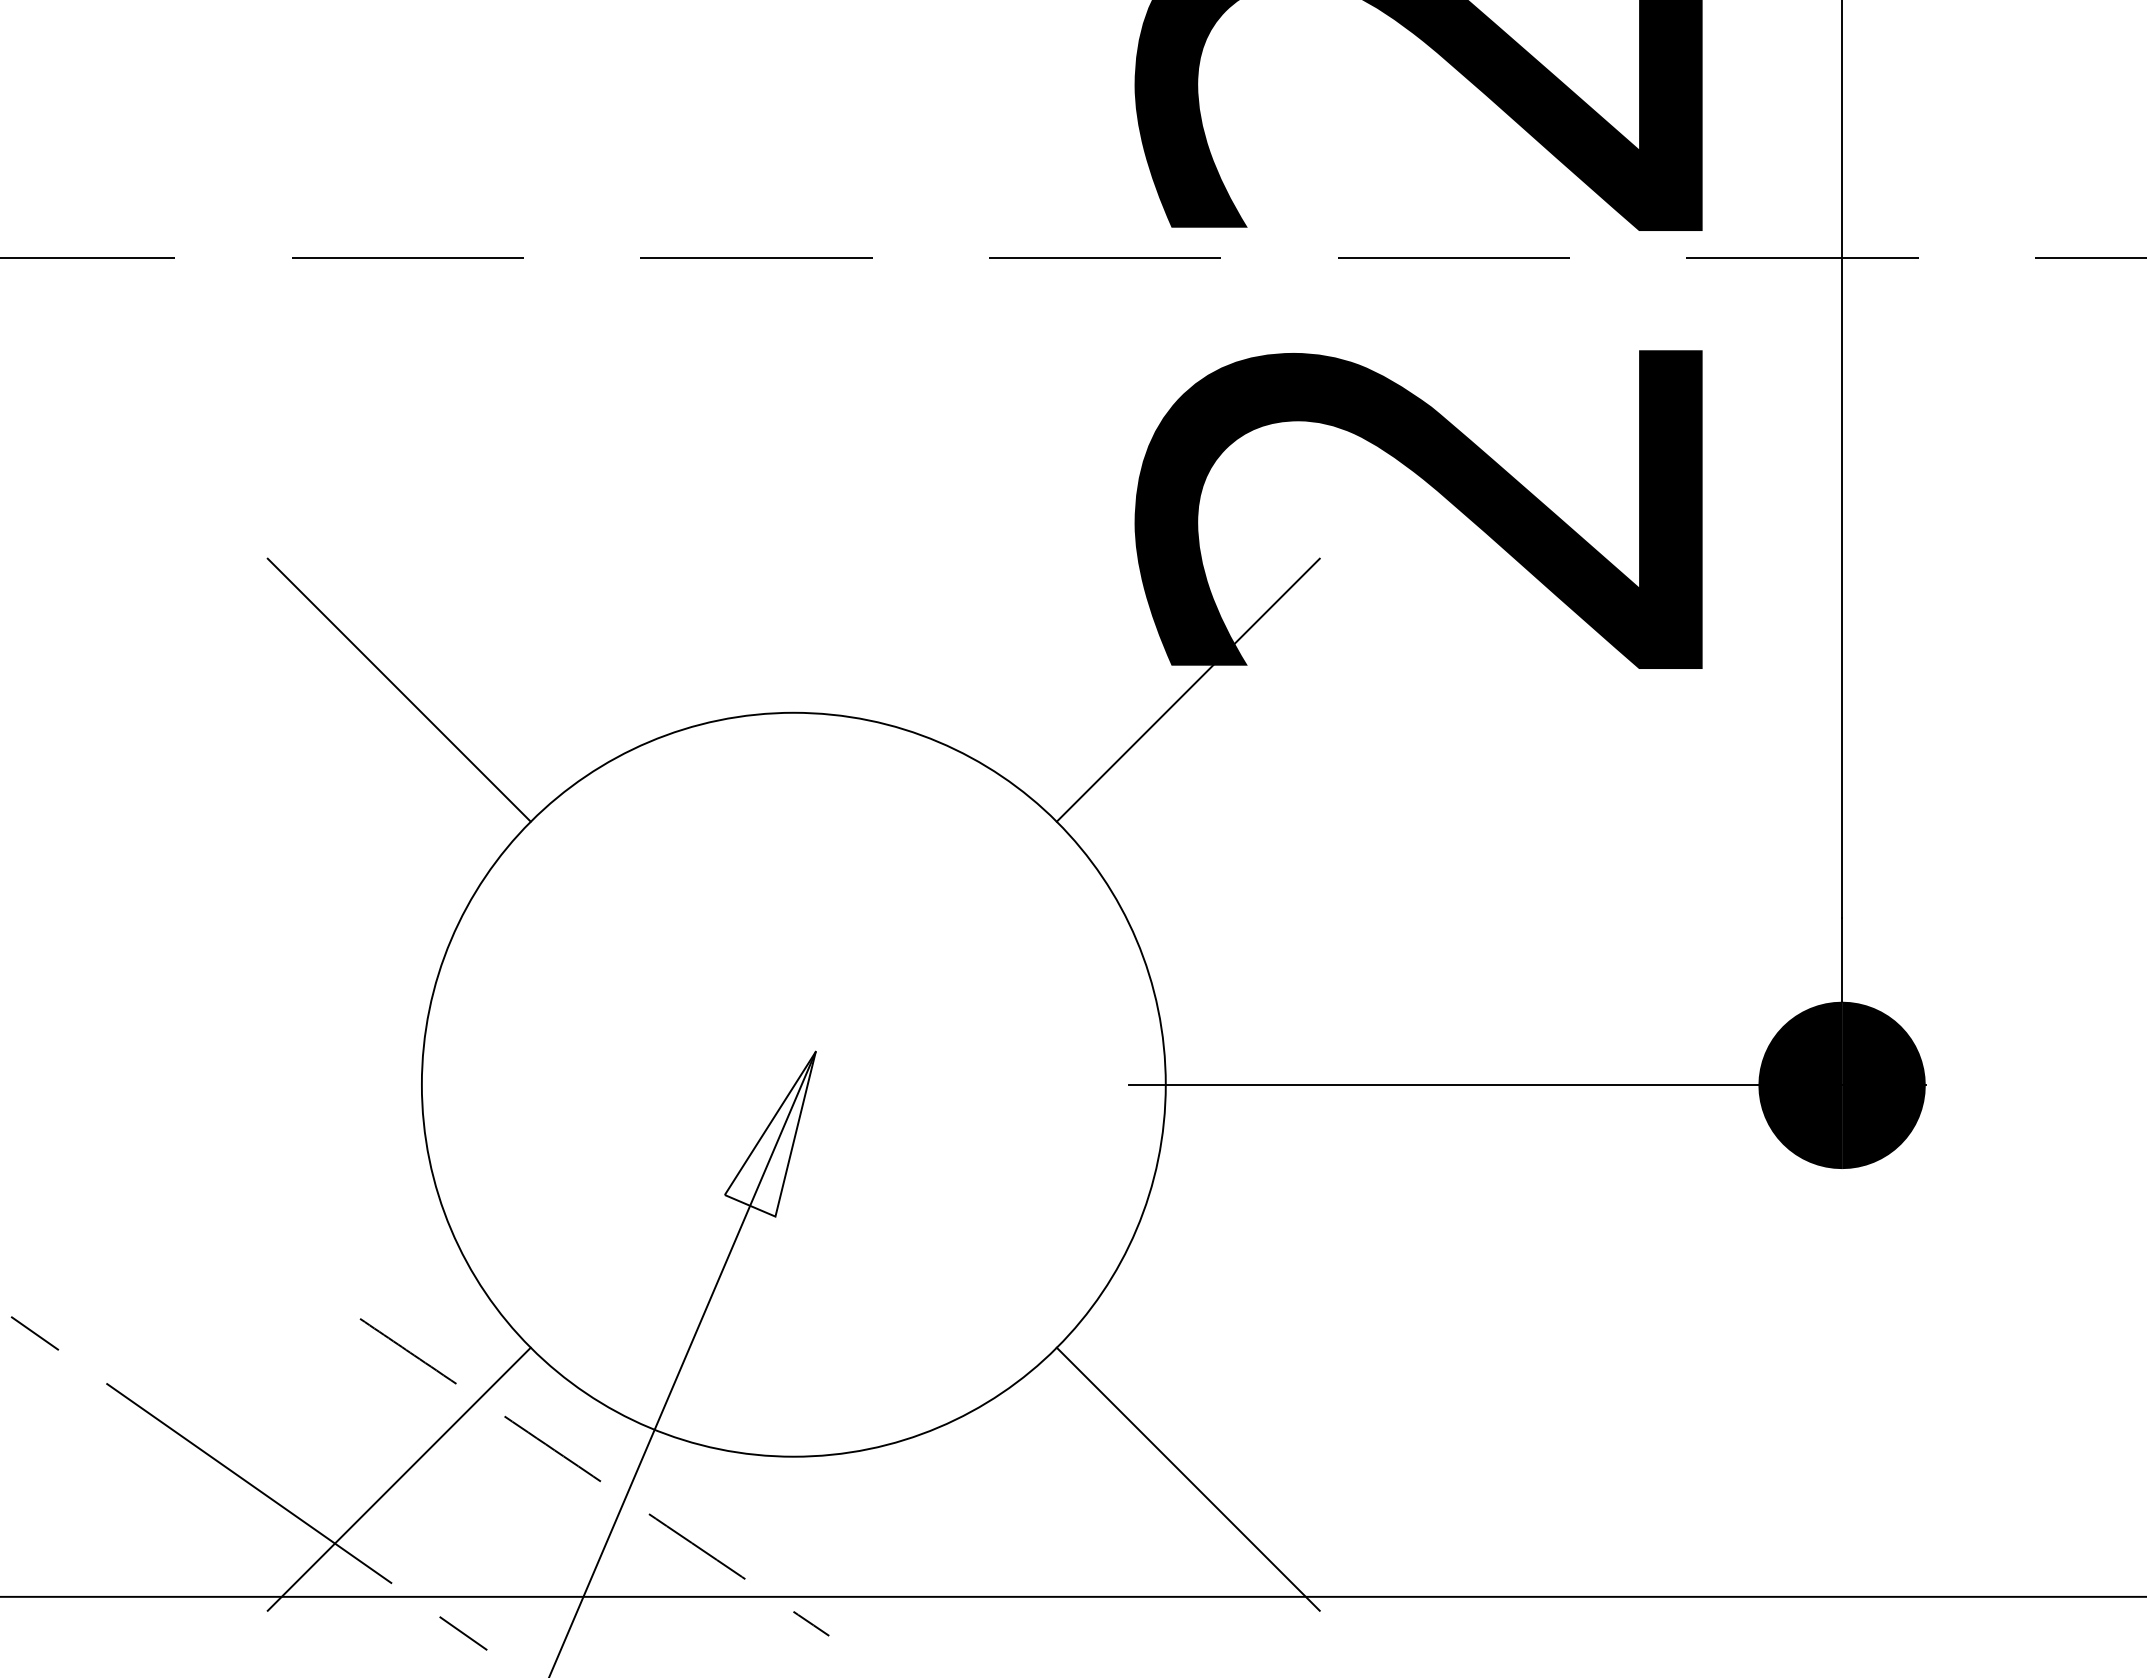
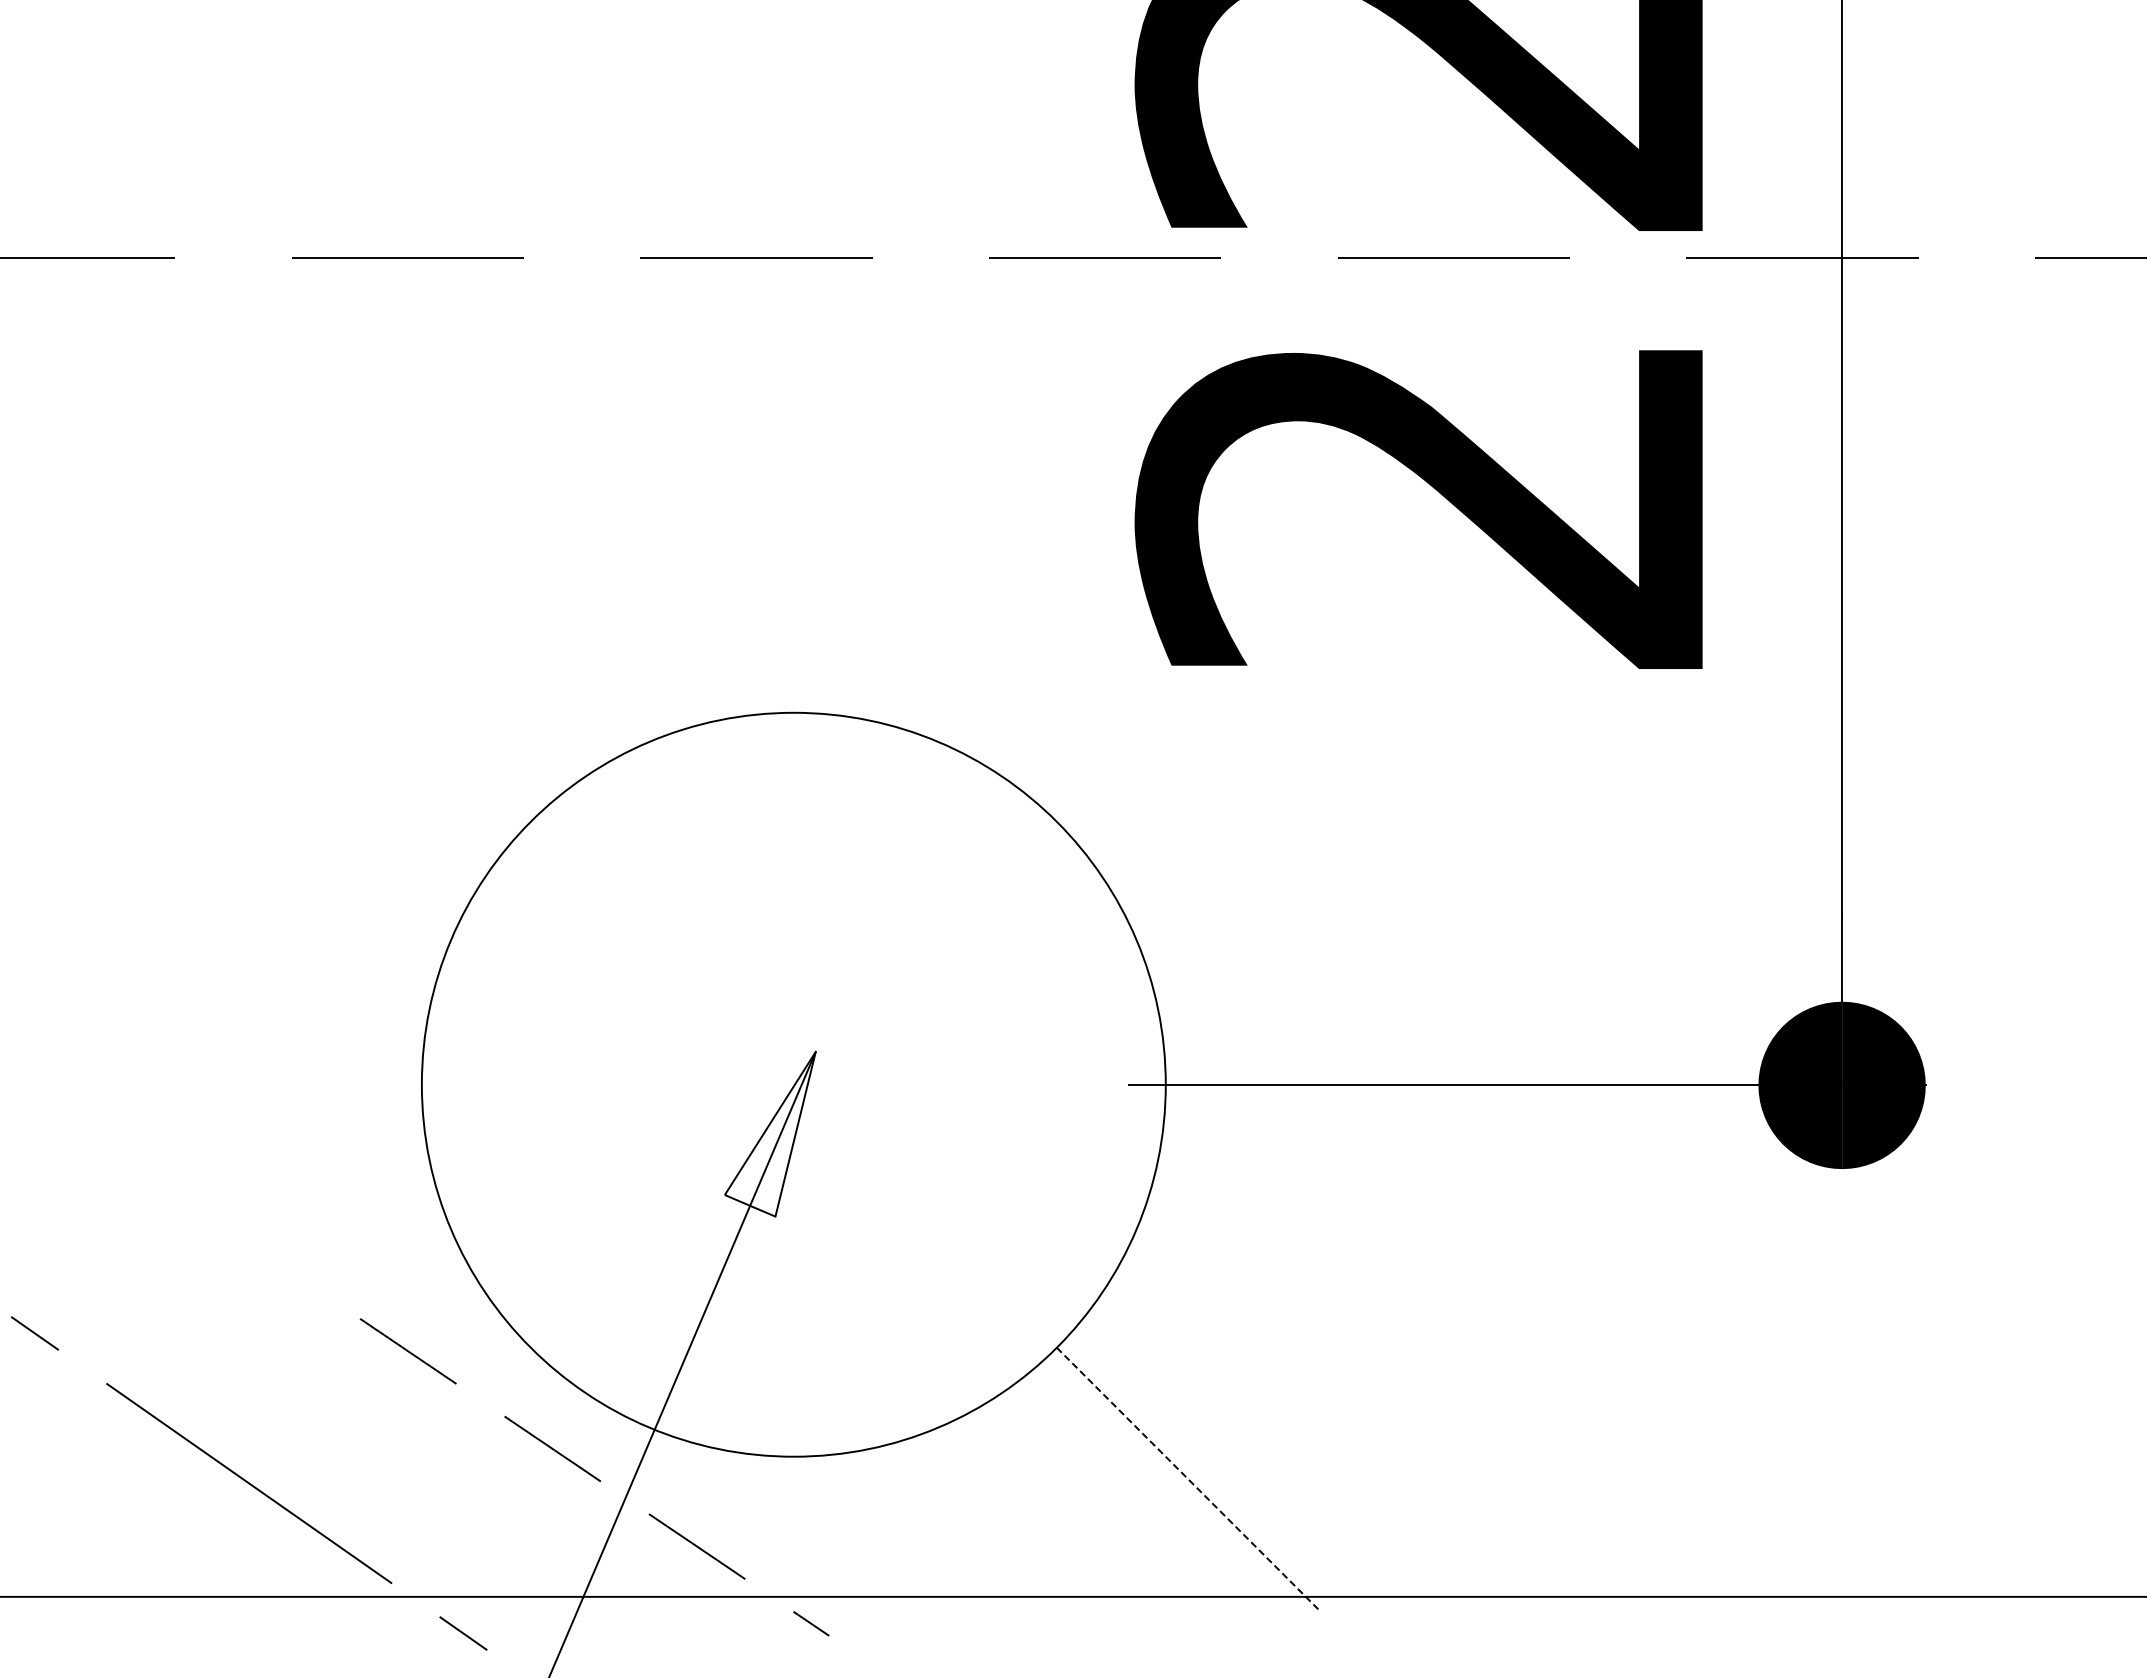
line at (398, 689): present -> none
line at (1187, 689): present -> none
line at (398, 1478): present -> none
line at (1188, 1479): solid -> dashed
